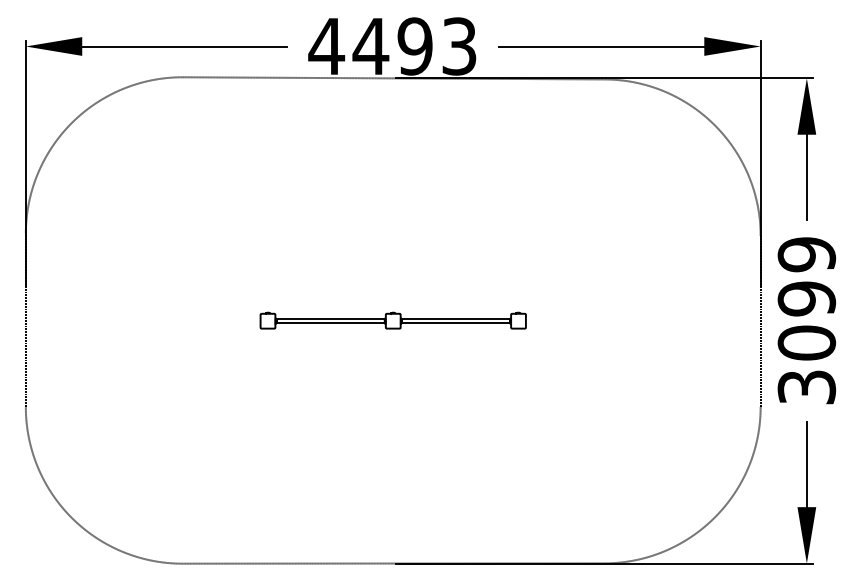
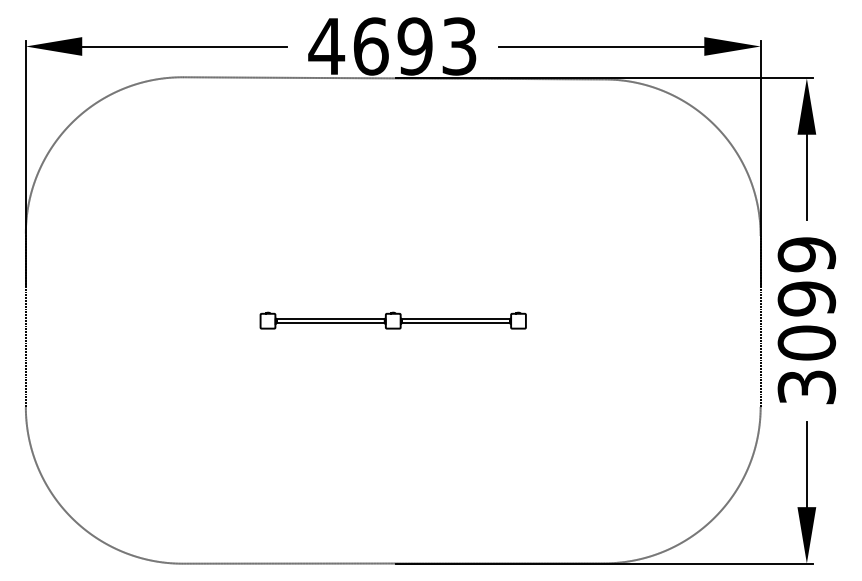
text at (370, 46): 4493 -> 4693
